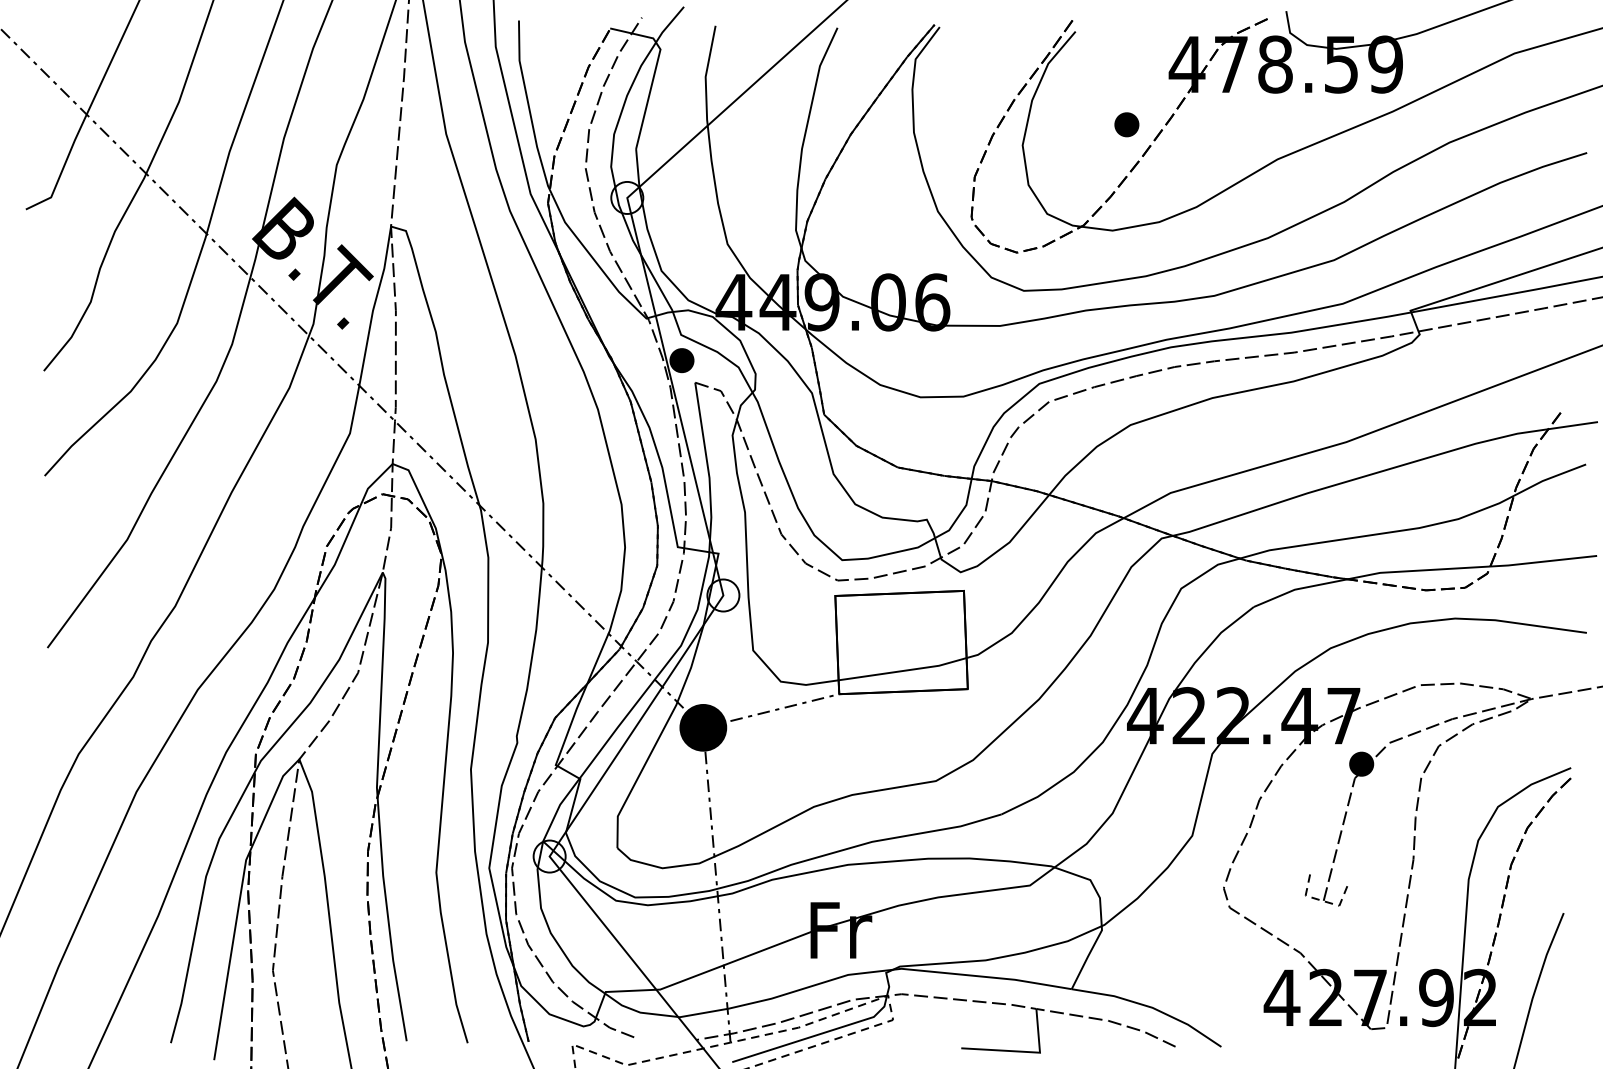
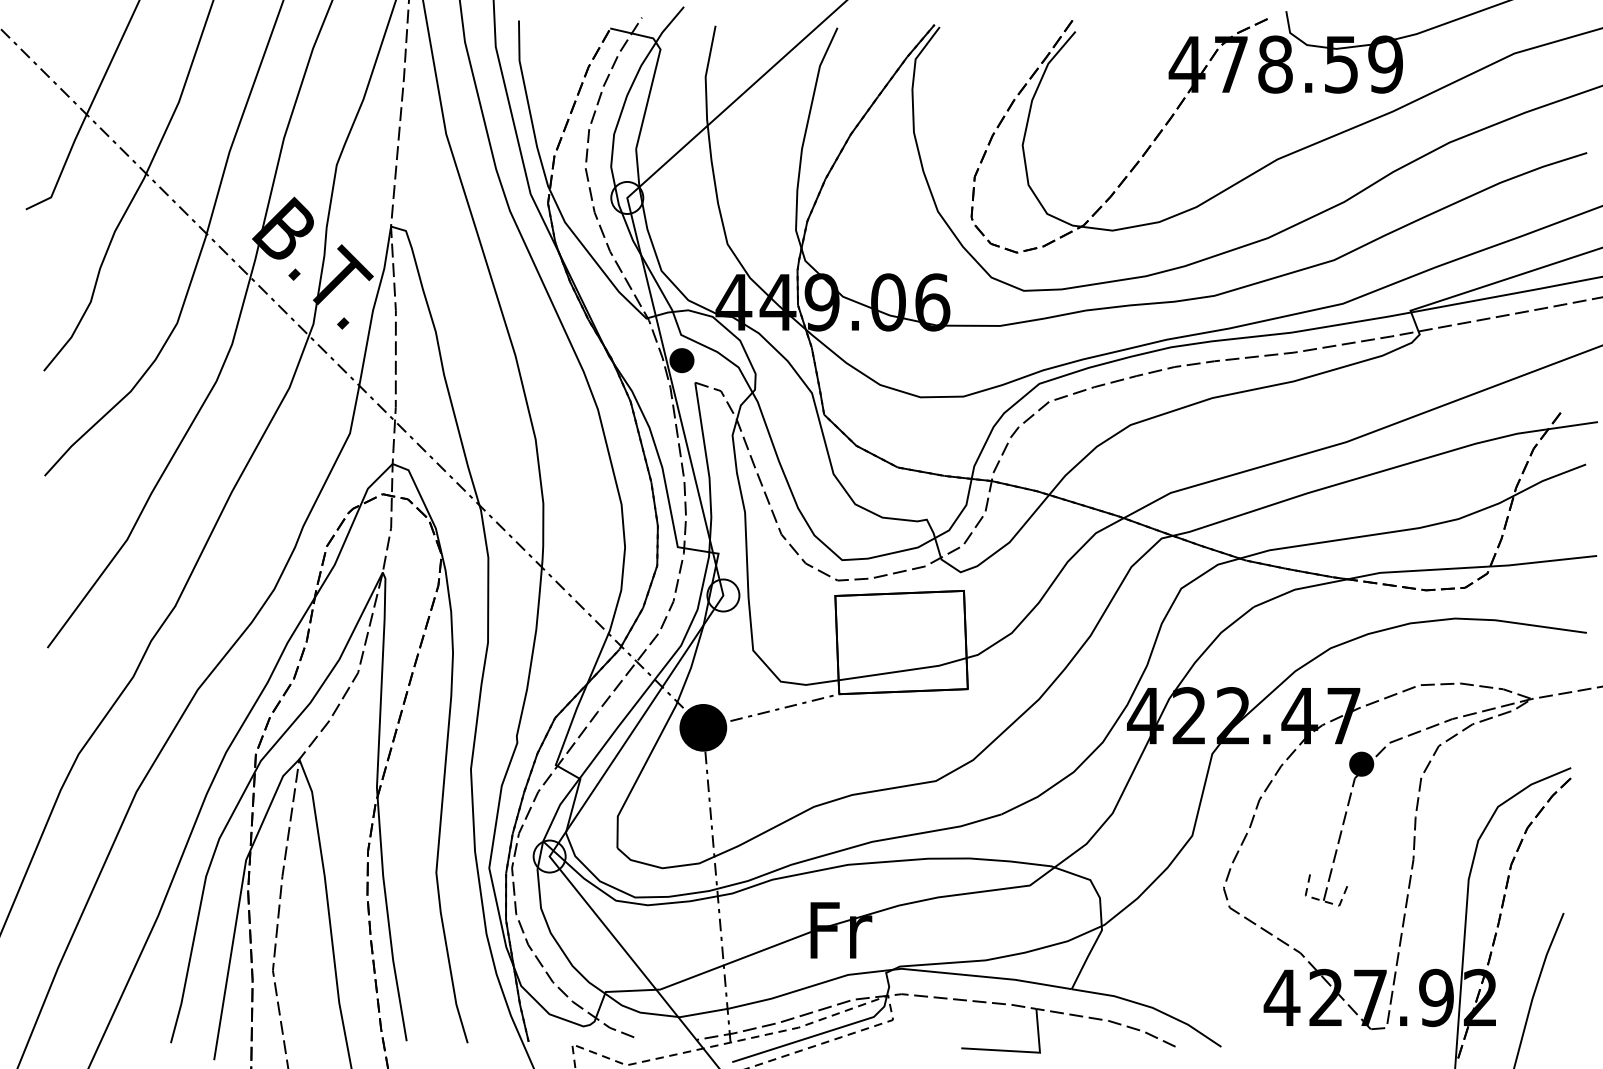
part at (1126, 124): present -> none
